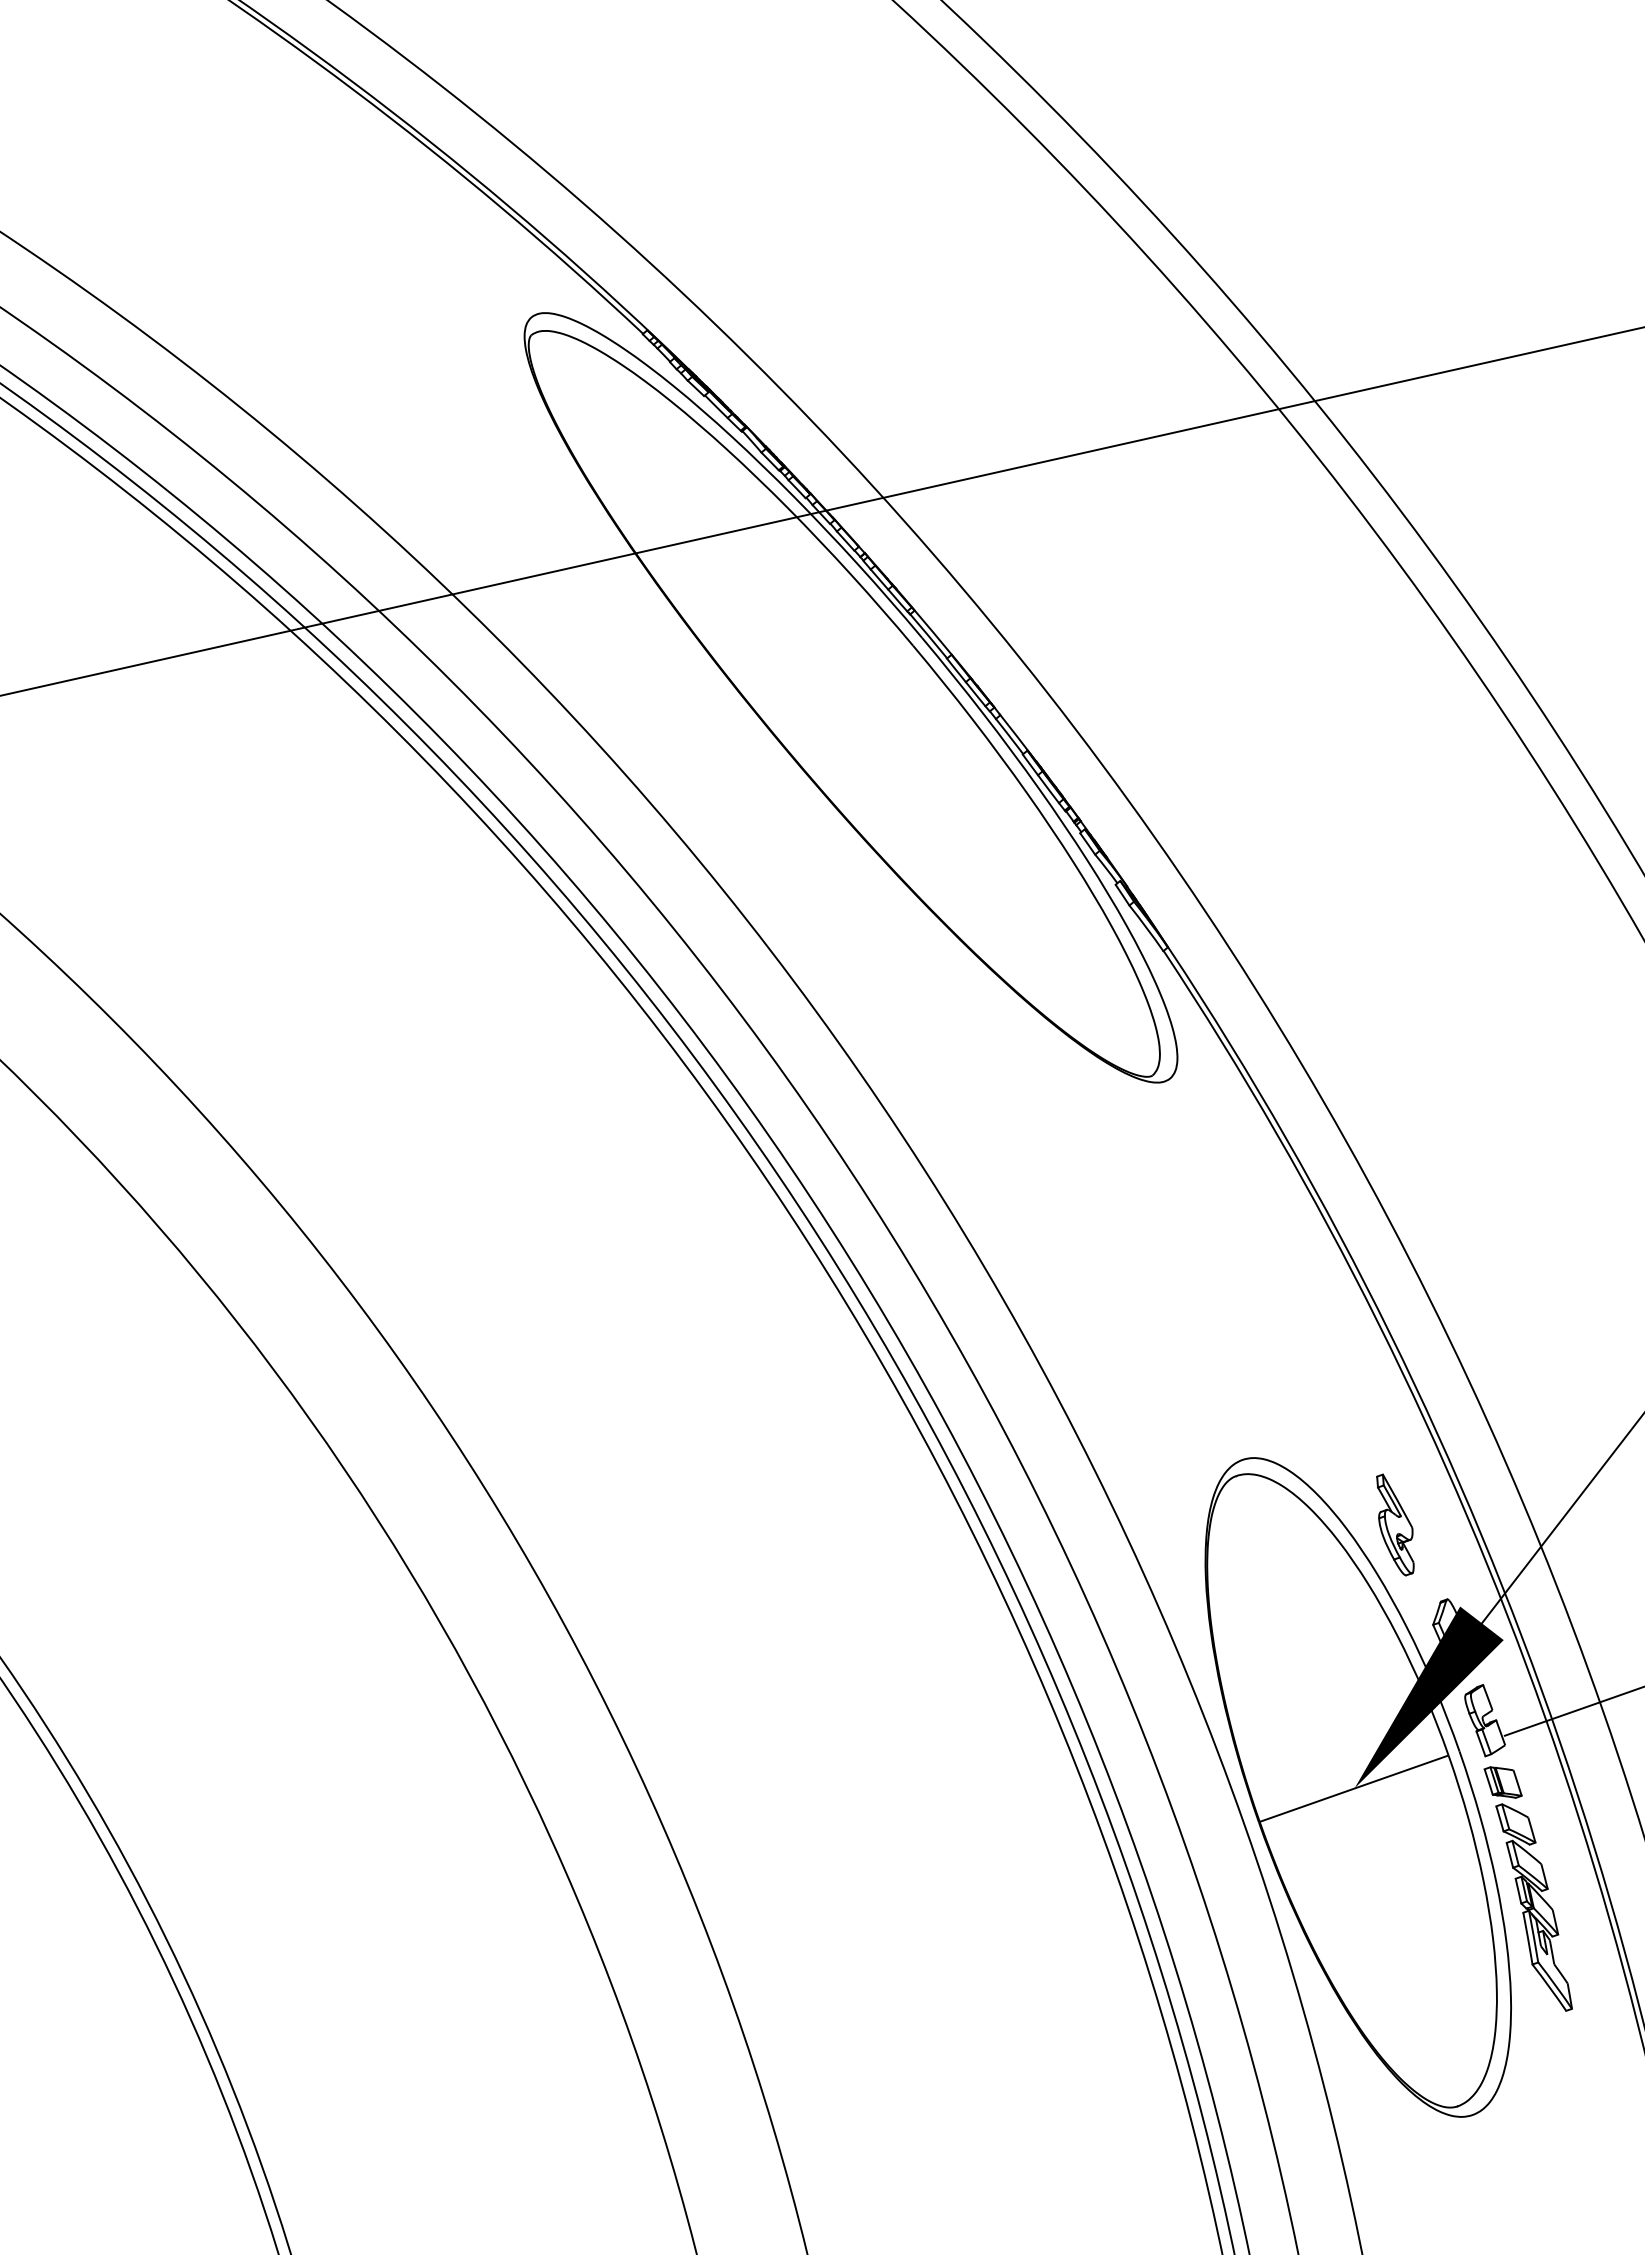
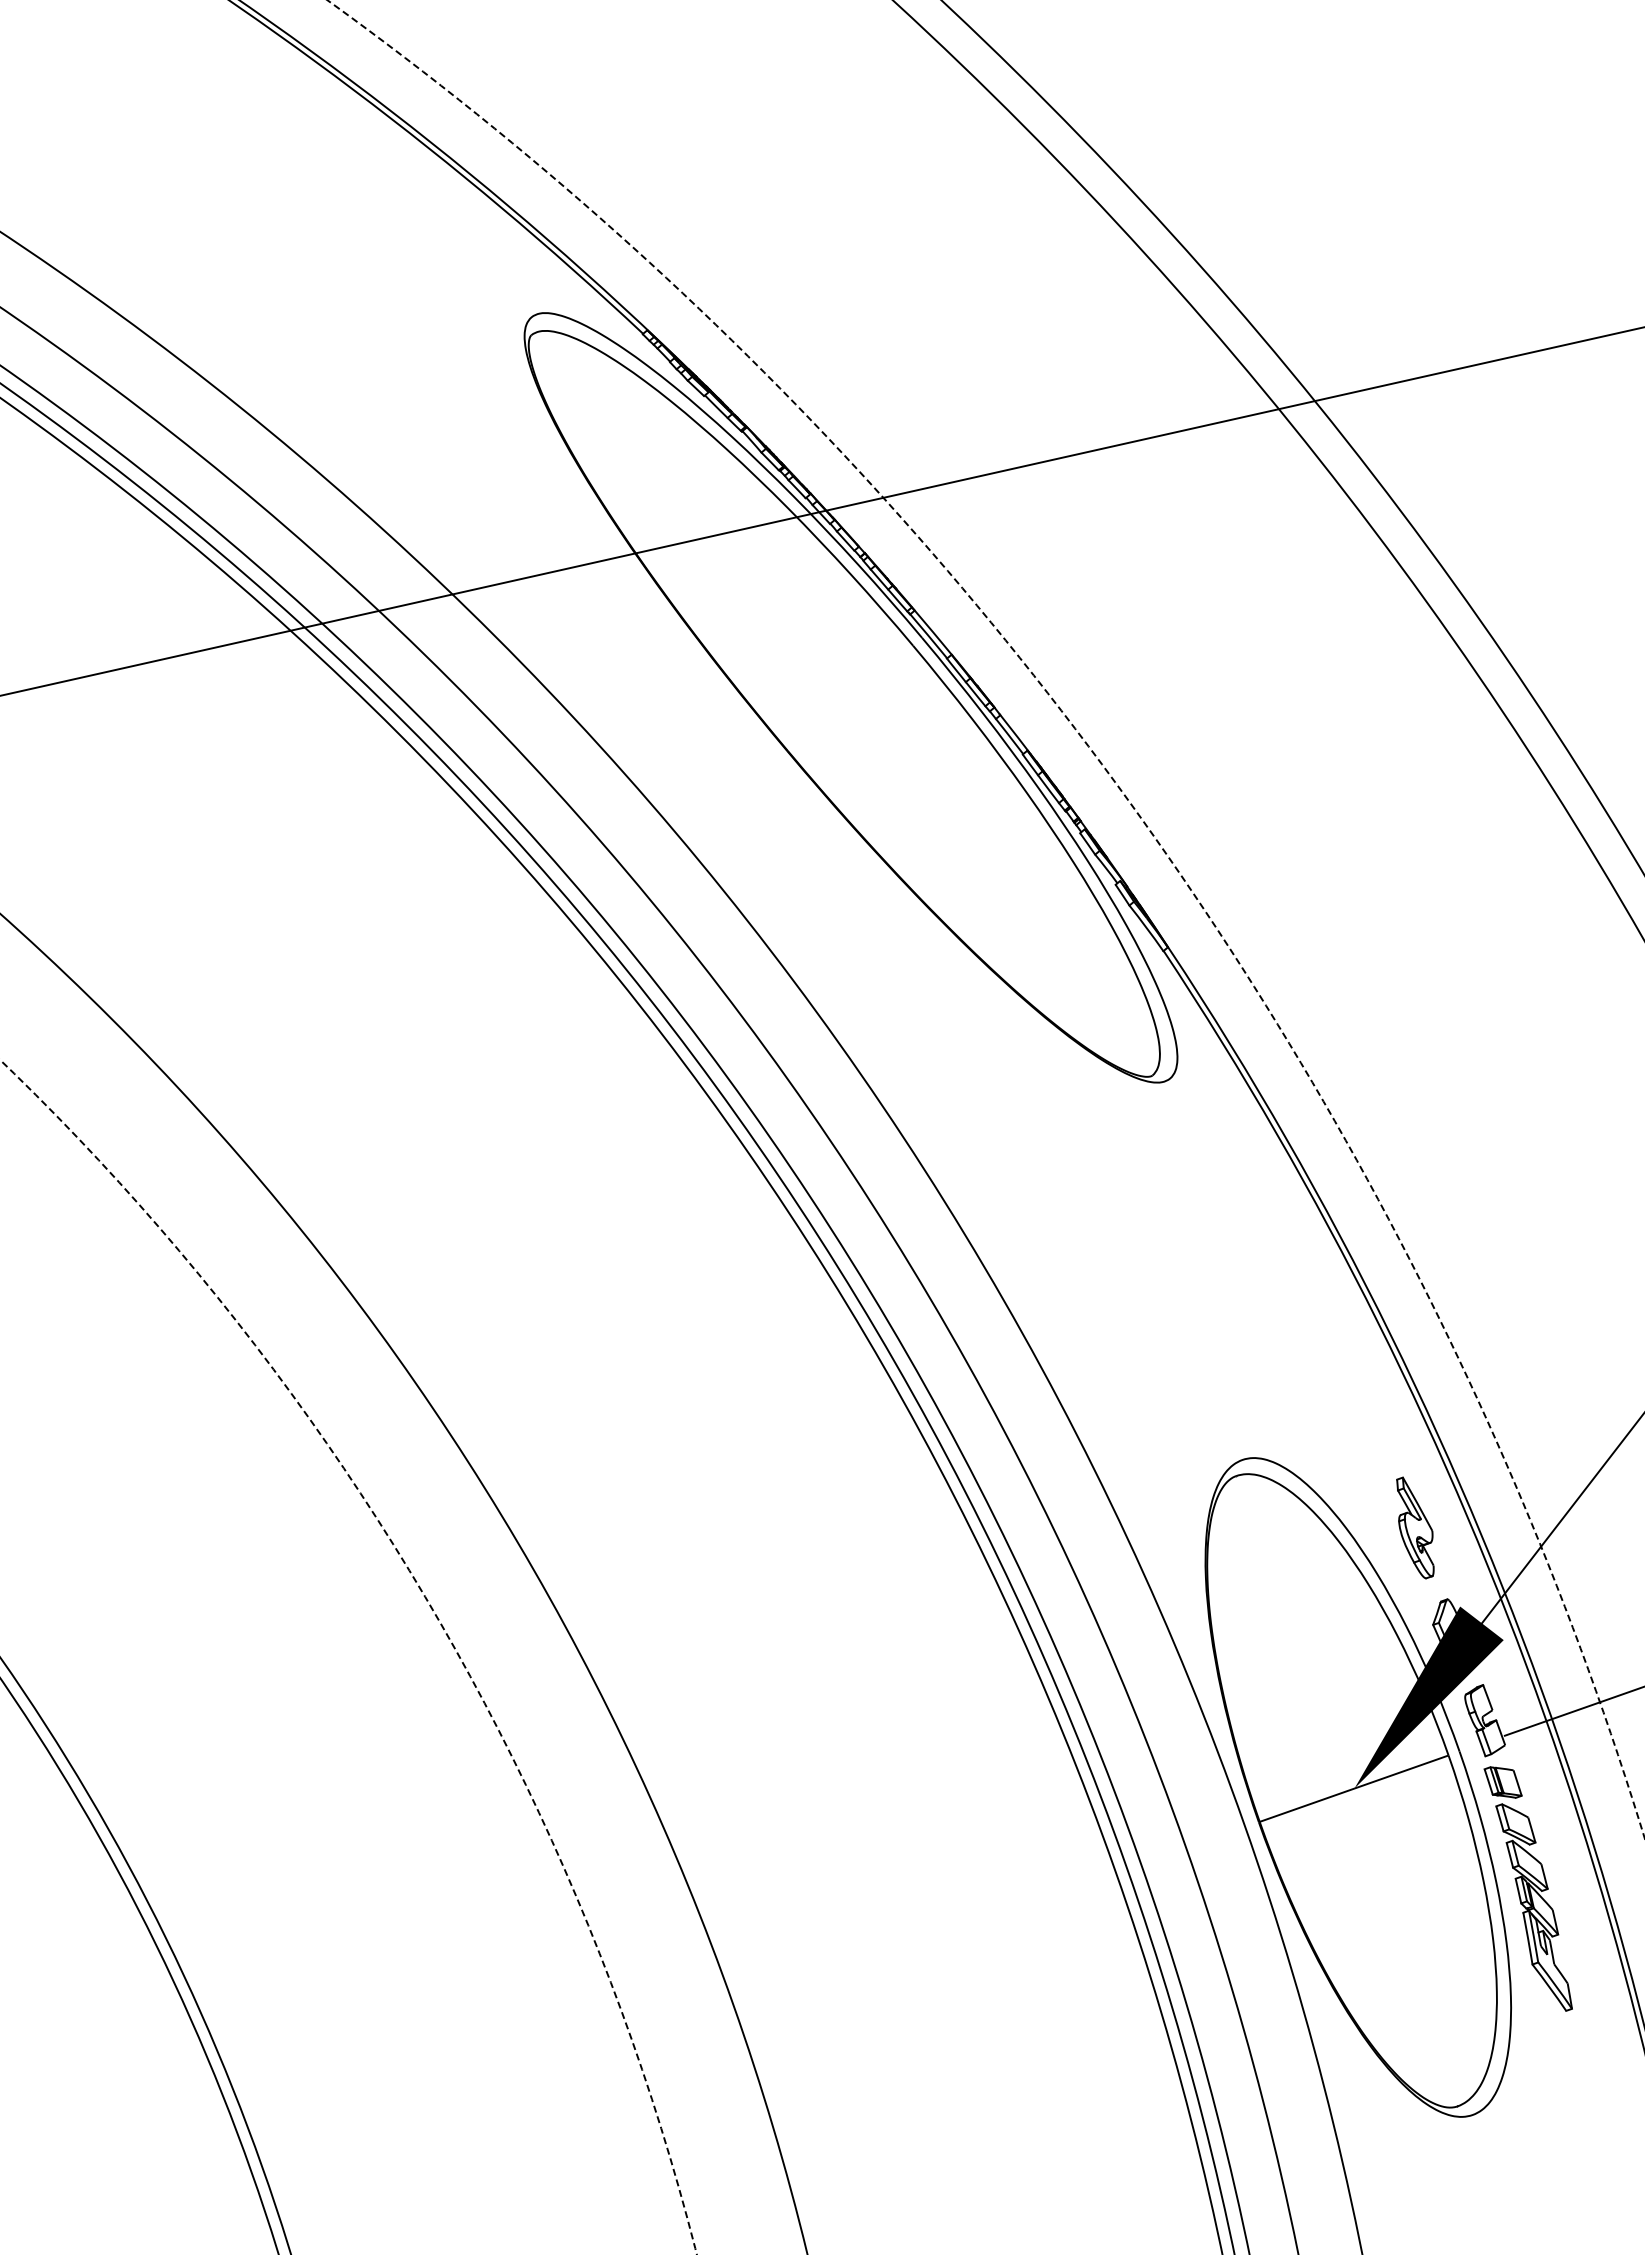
arc at (1133, 808): solid -> dashed
part at (1395, 1524) position: (1395, 1524) -> (1415, 1527)
circle at (348, 1657): solid -> dashed
